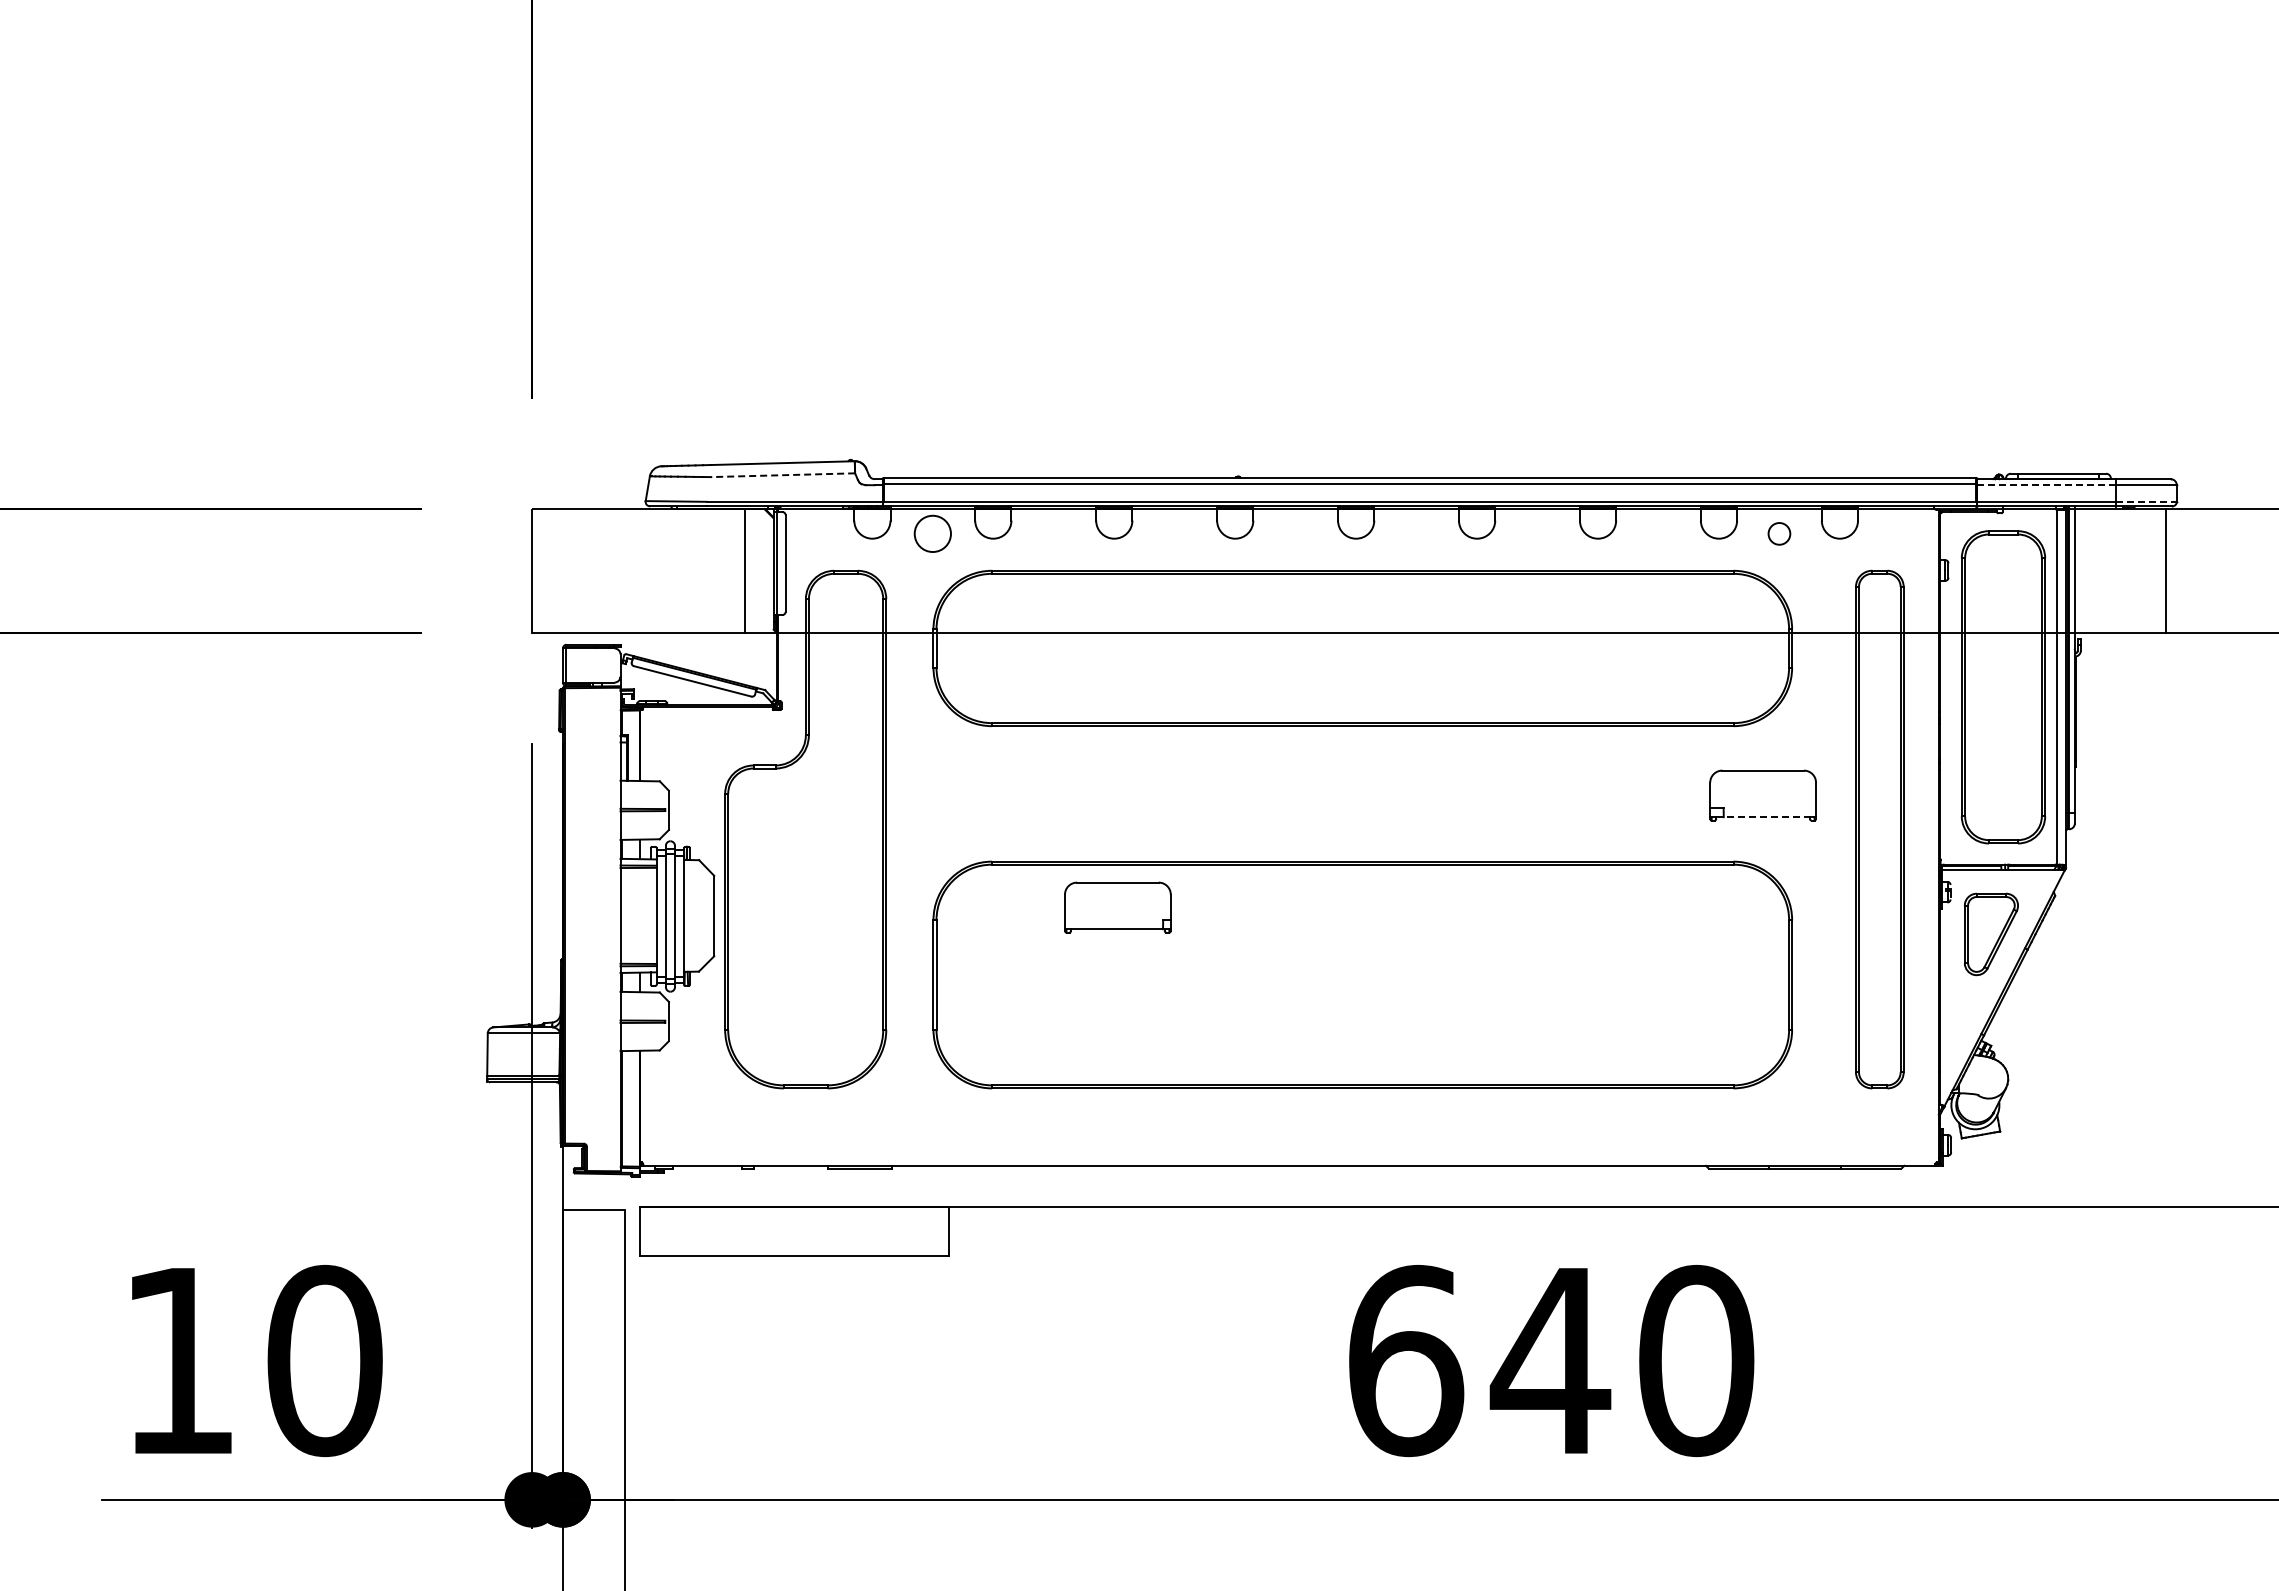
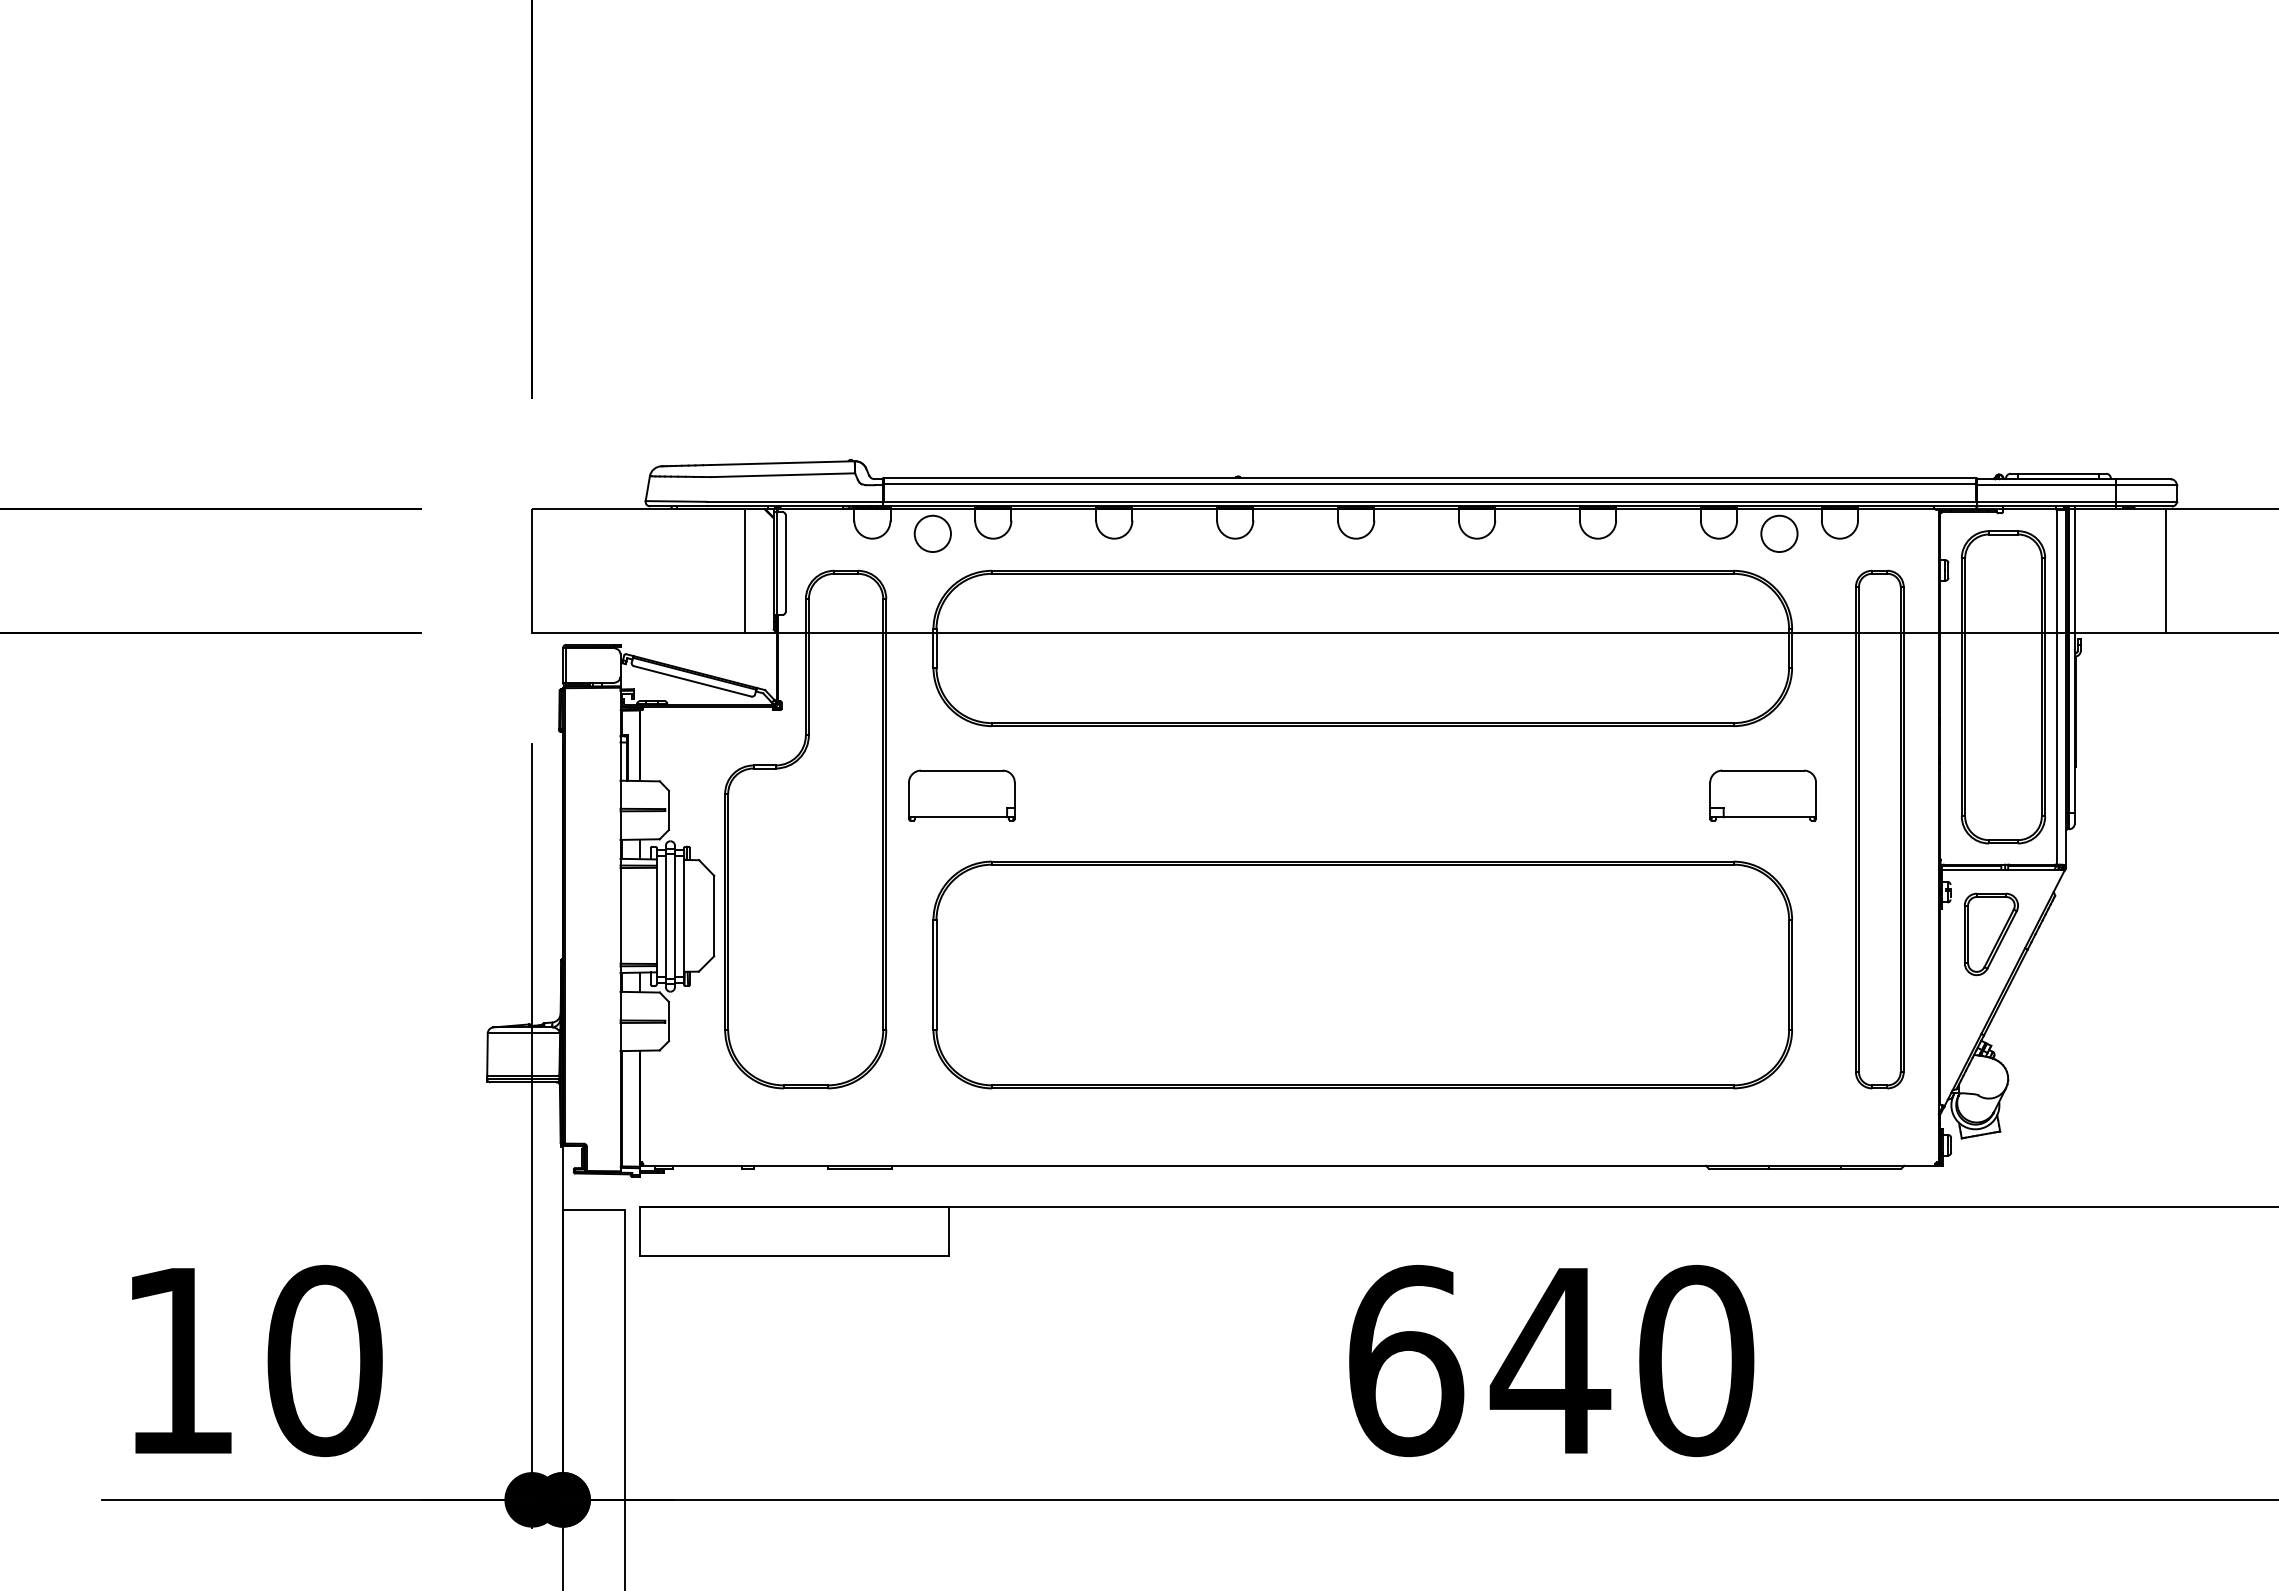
line at (782, 475): dashed -> solid
line at (2046, 485): dashed -> solid
line at (2147, 501): dashed -> solid
circle at (1779, 533) diameter: 22 px -> 36 px
line at (1763, 817): dashed -> solid
part at (1117, 907) position: (1117, 907) -> (961, 795)
